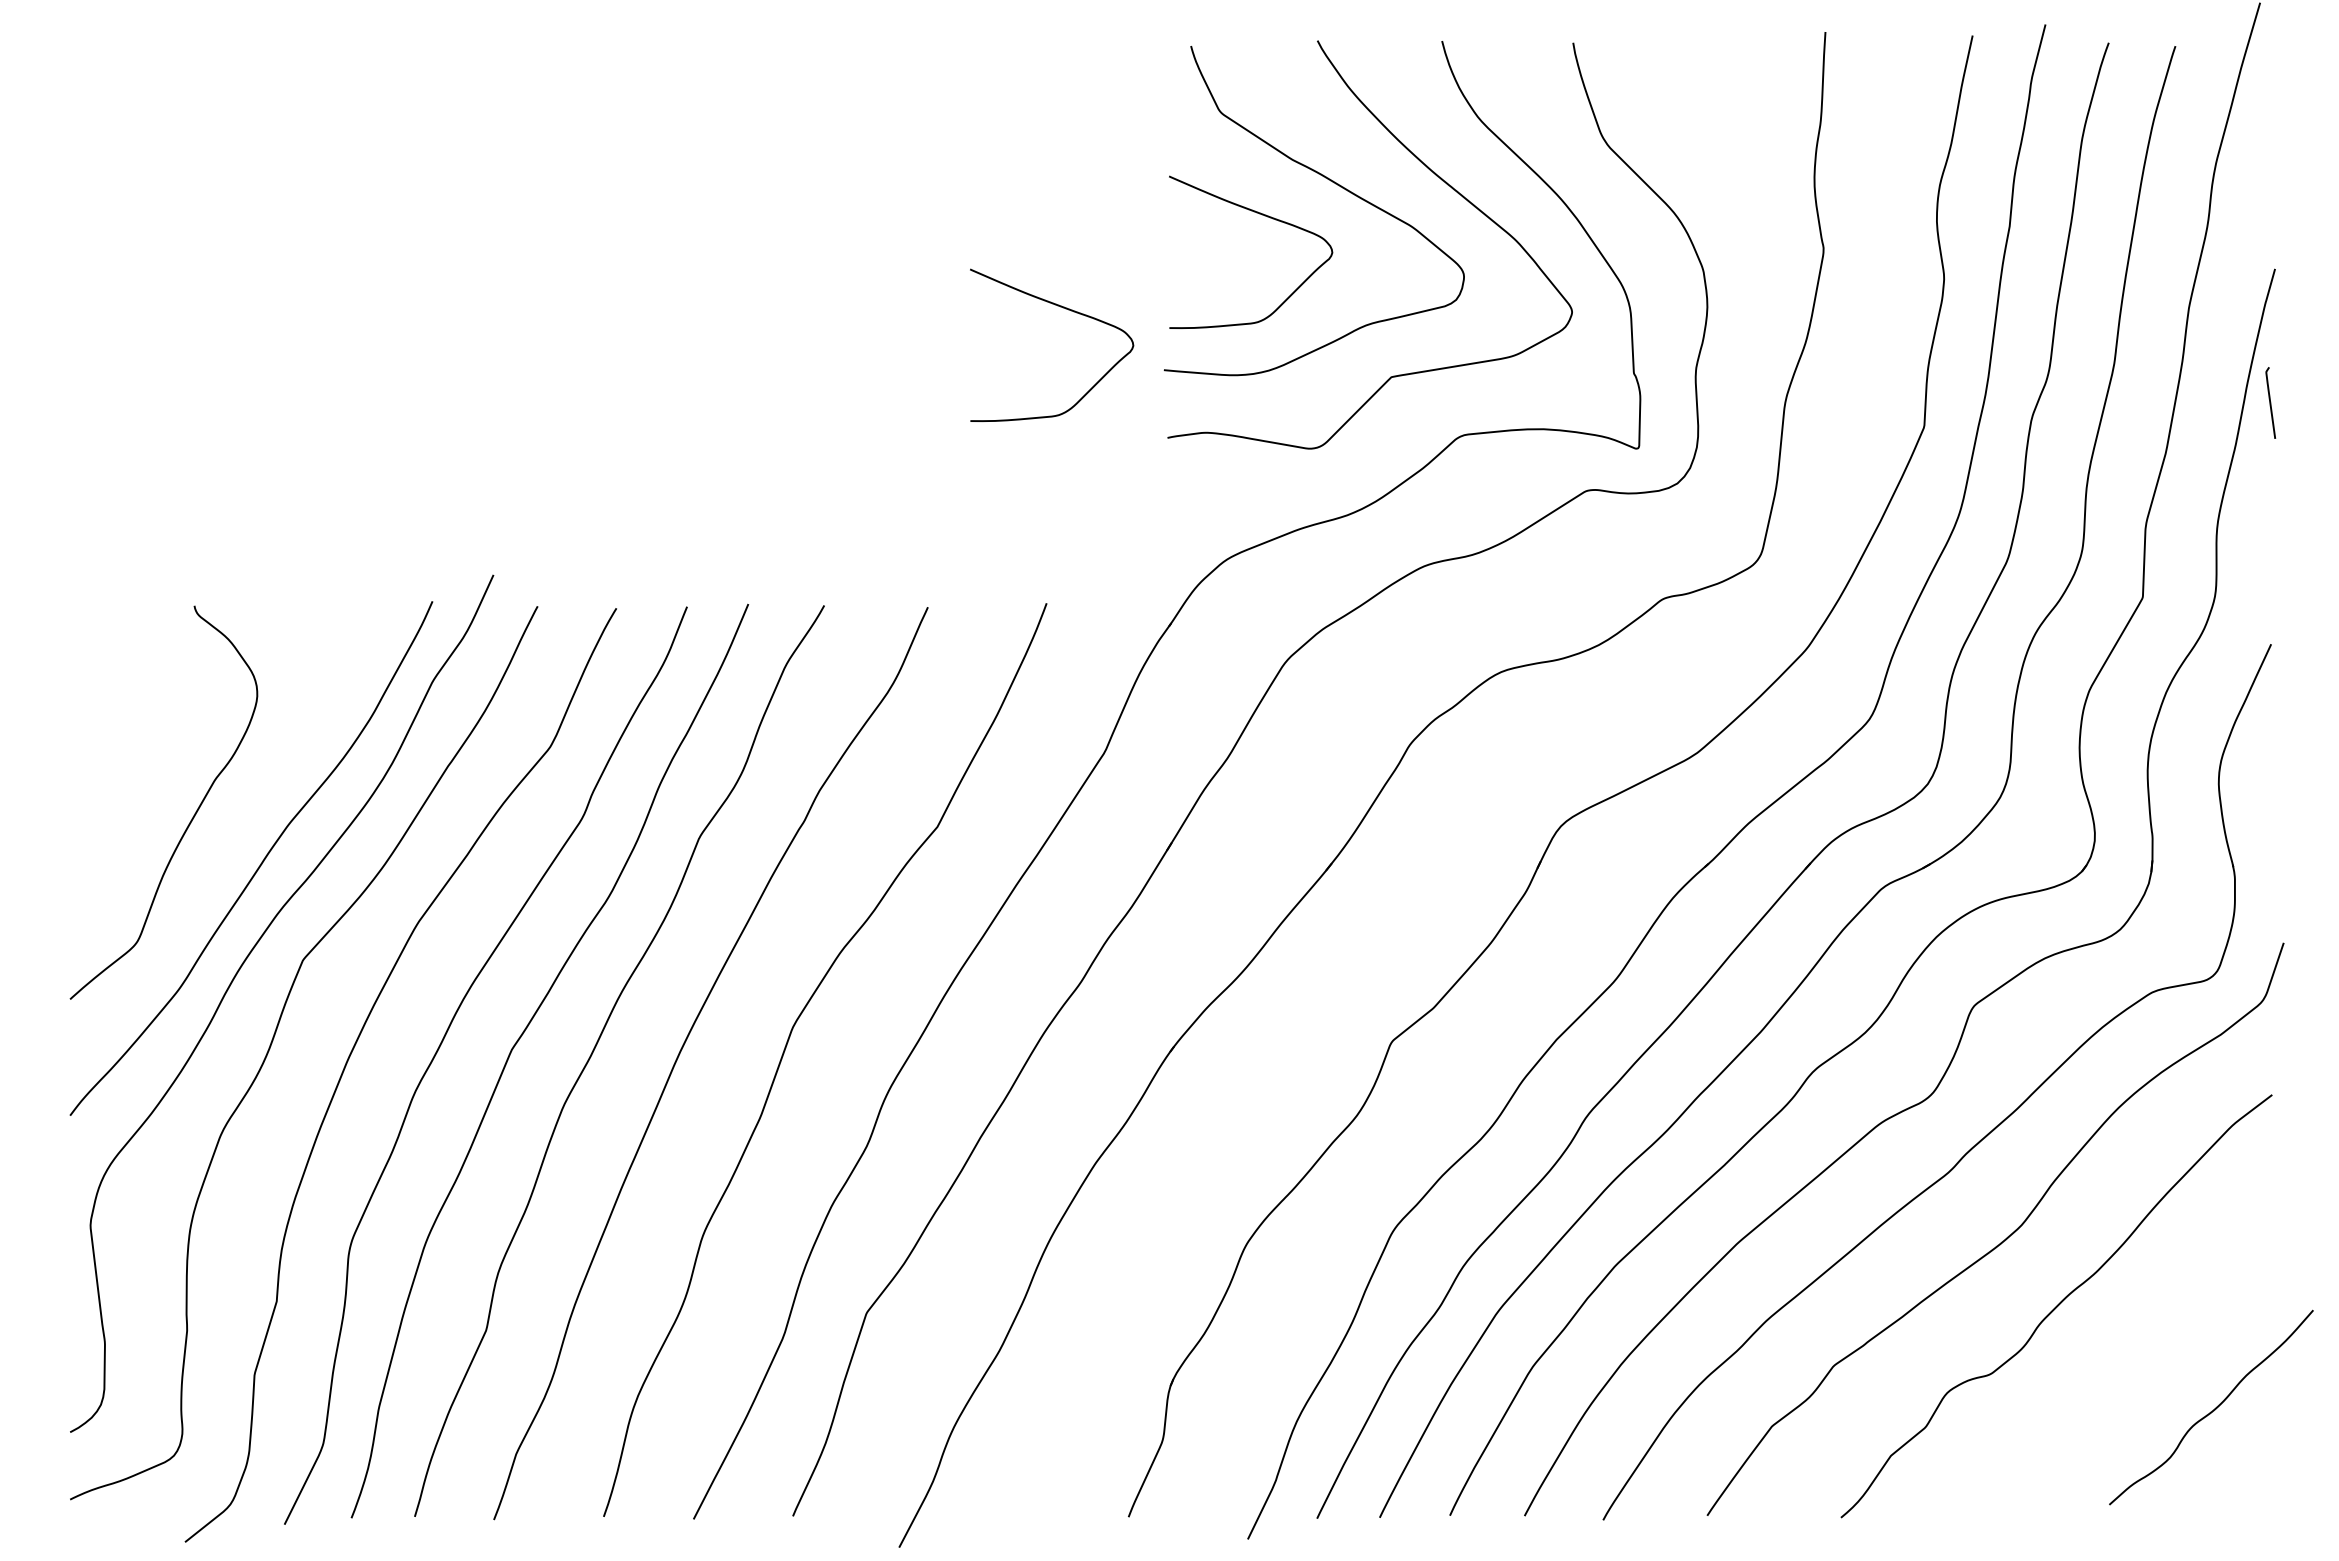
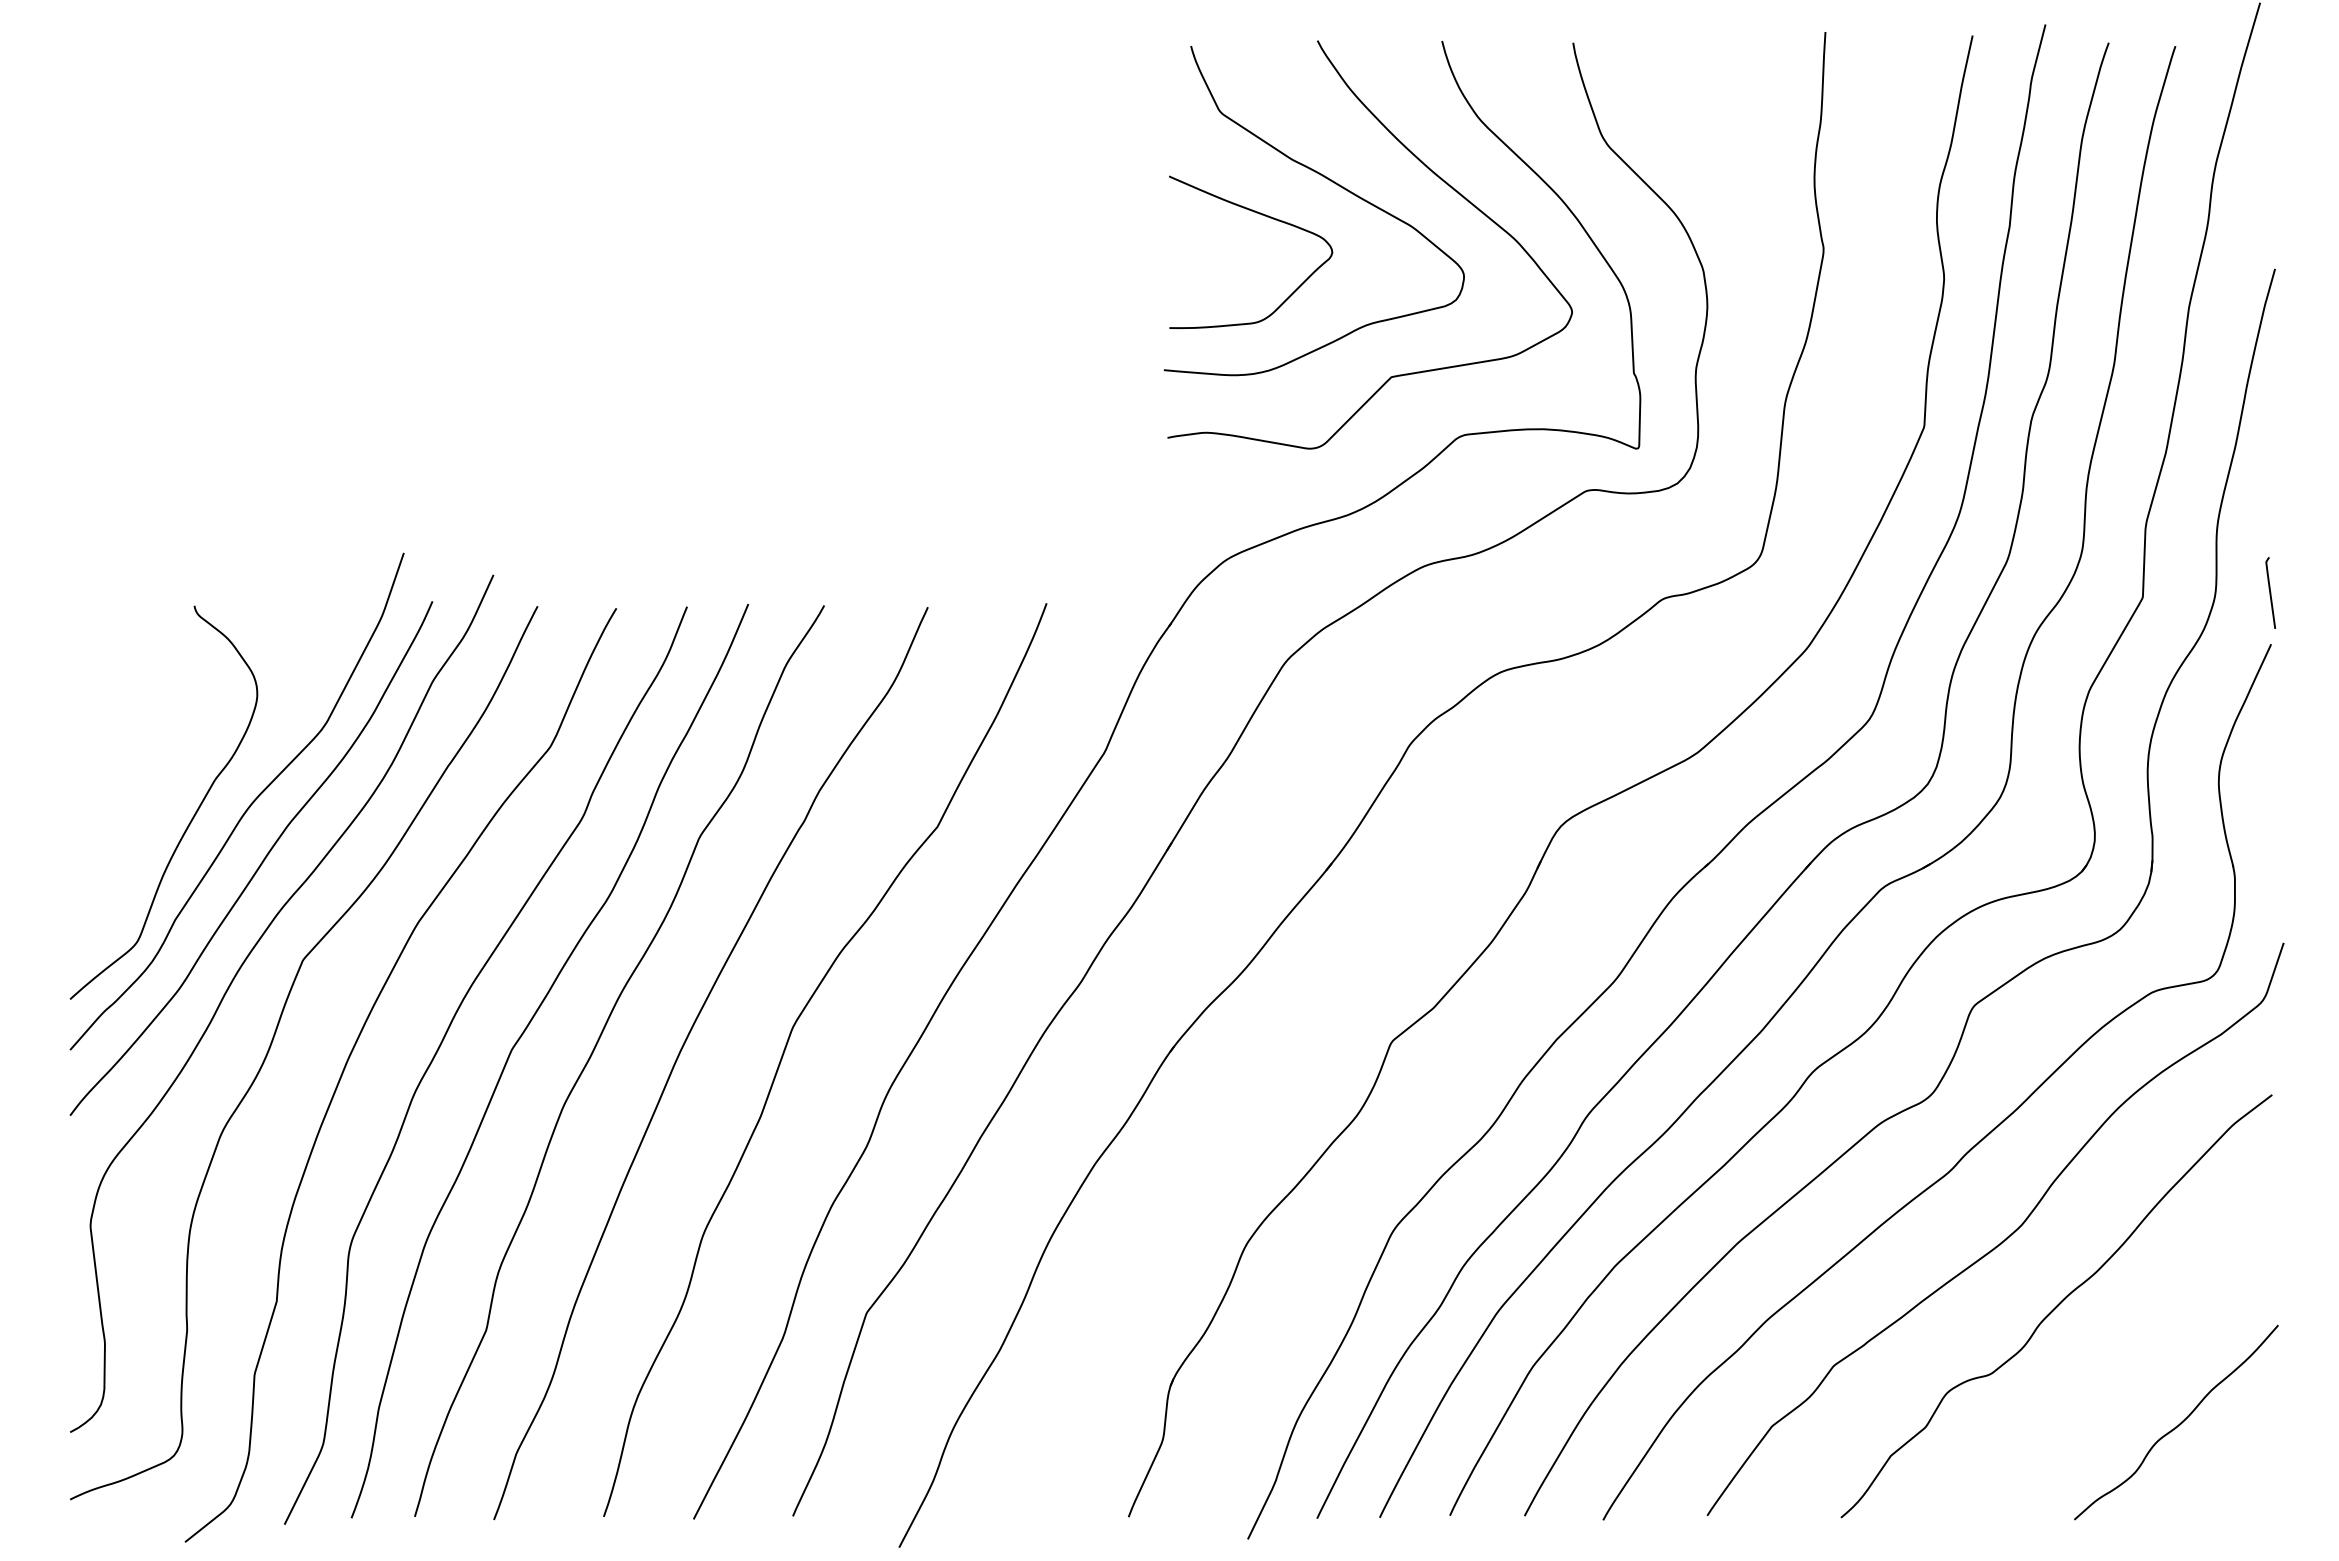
curve at (1065, 309): present -> none
curve at (2270, 402) position: (2270, 402) -> (2270, 592)
curve at (247, 807): none -> present
curve at (2213, 1409) position: (2213, 1409) -> (2178, 1424)
